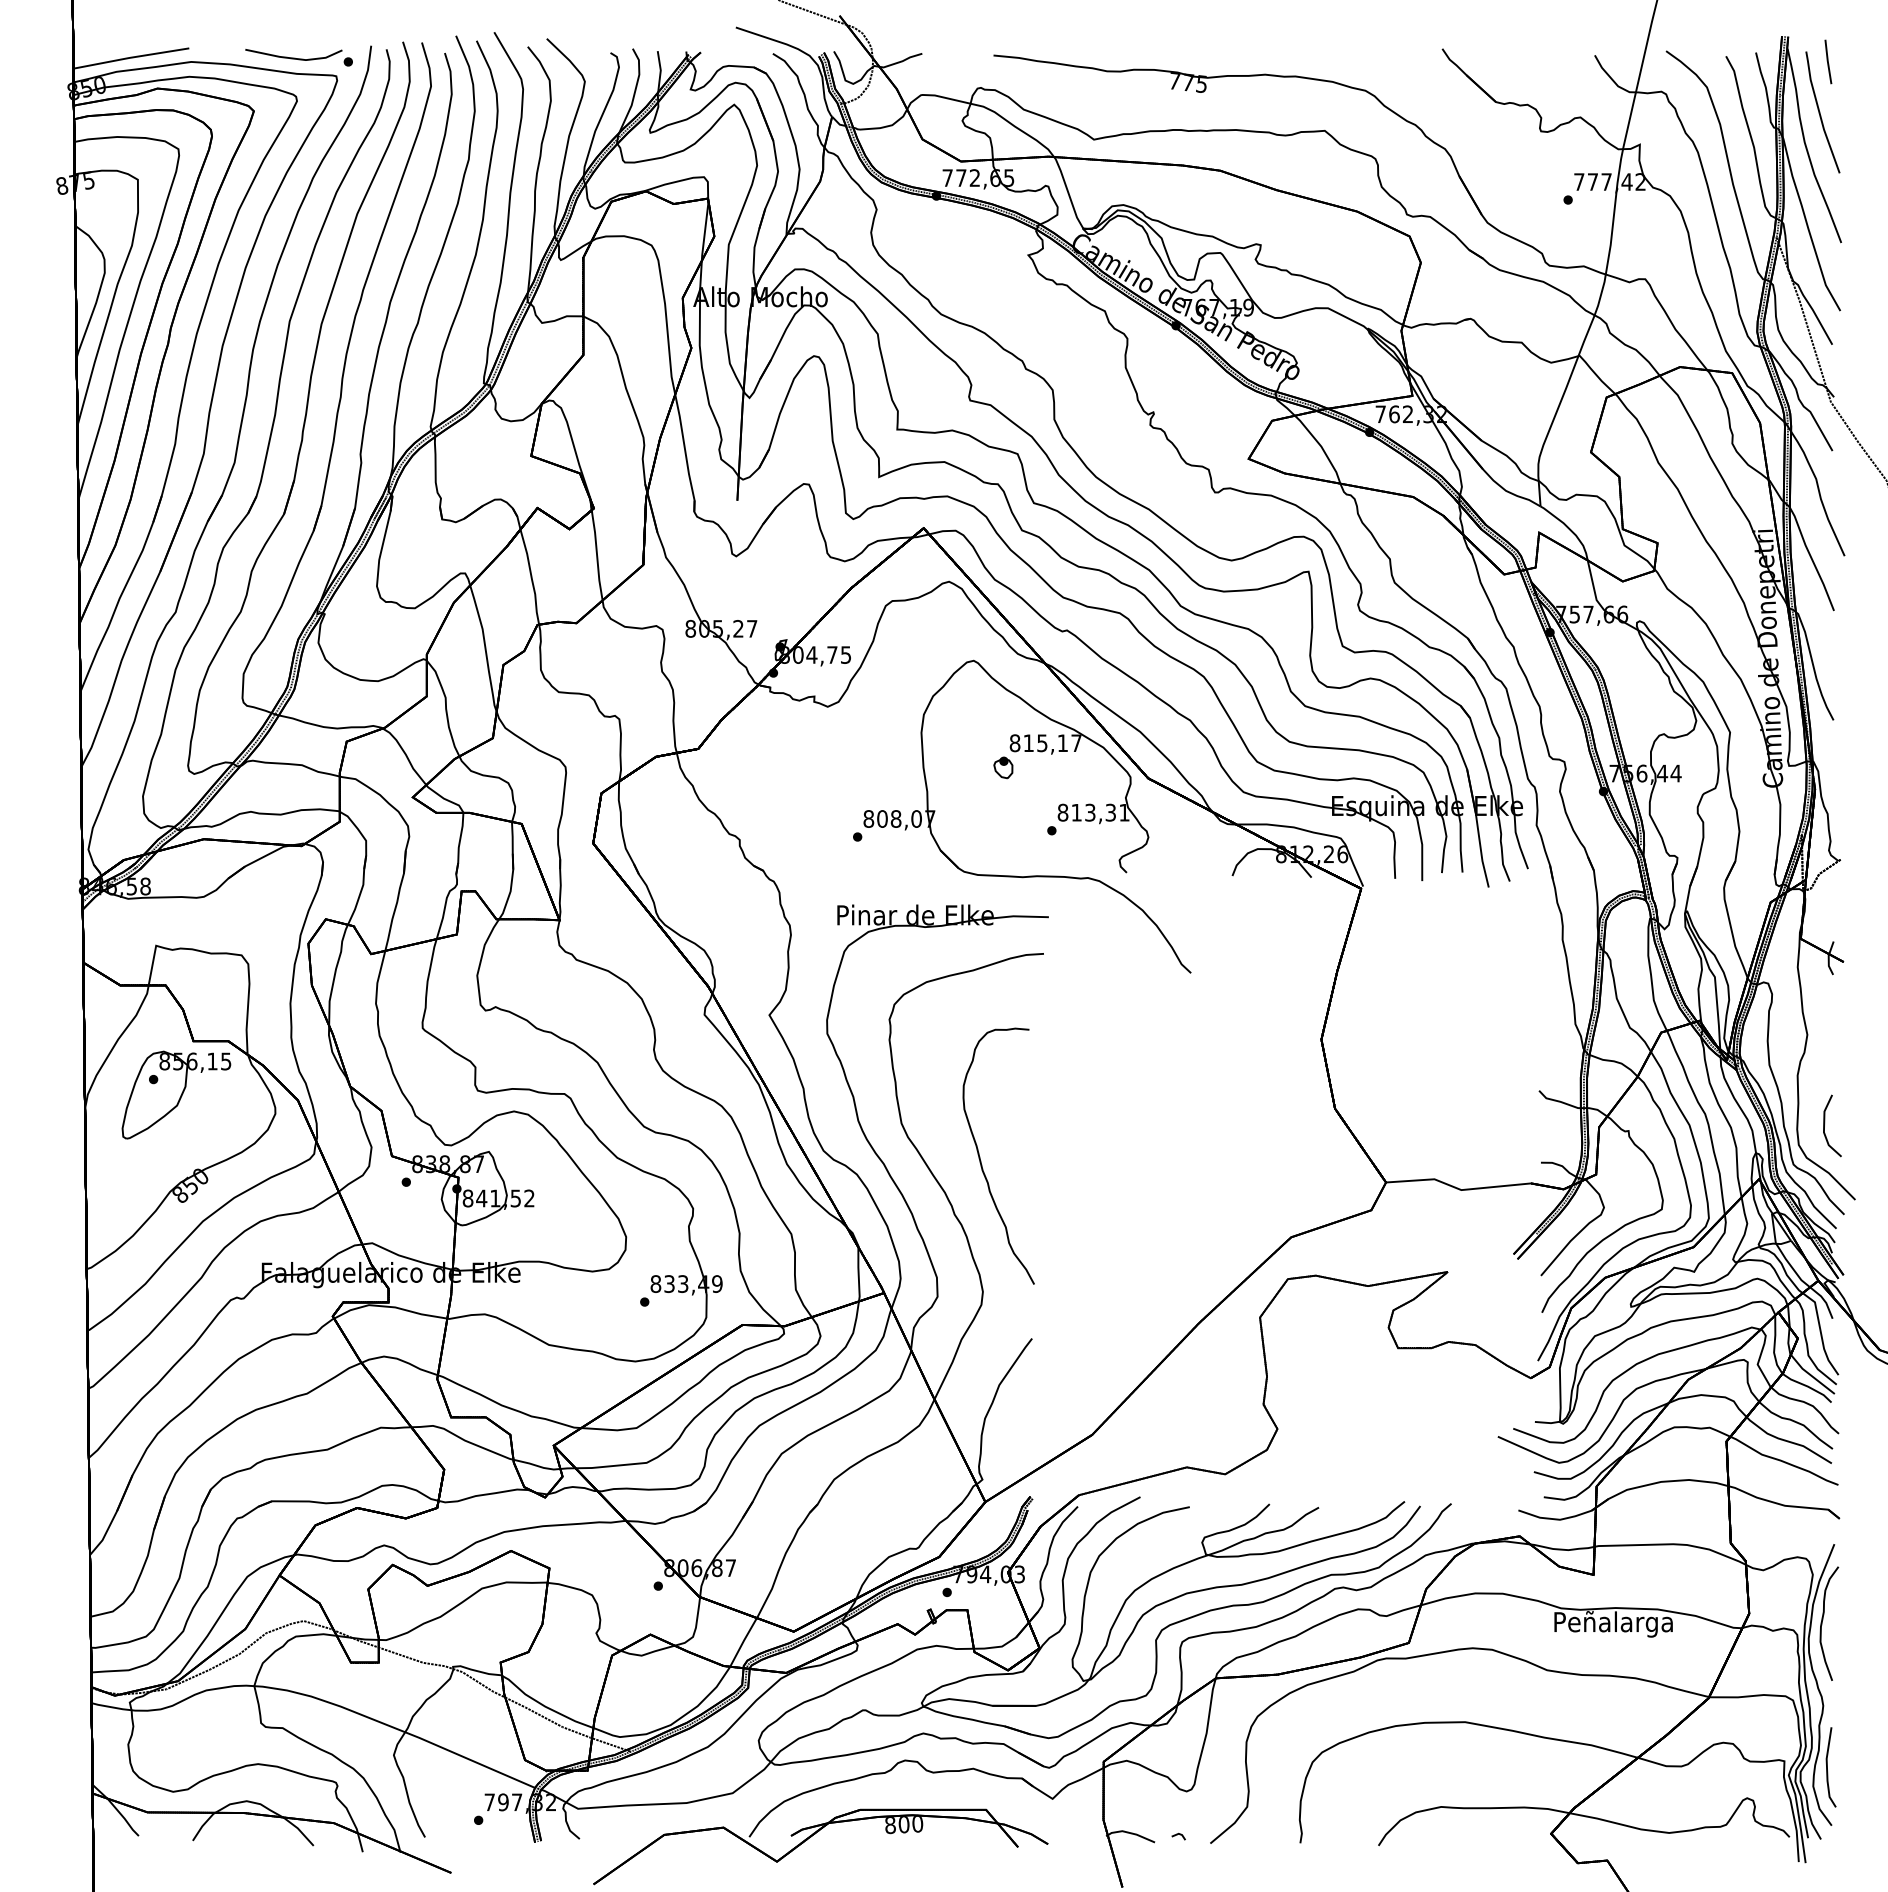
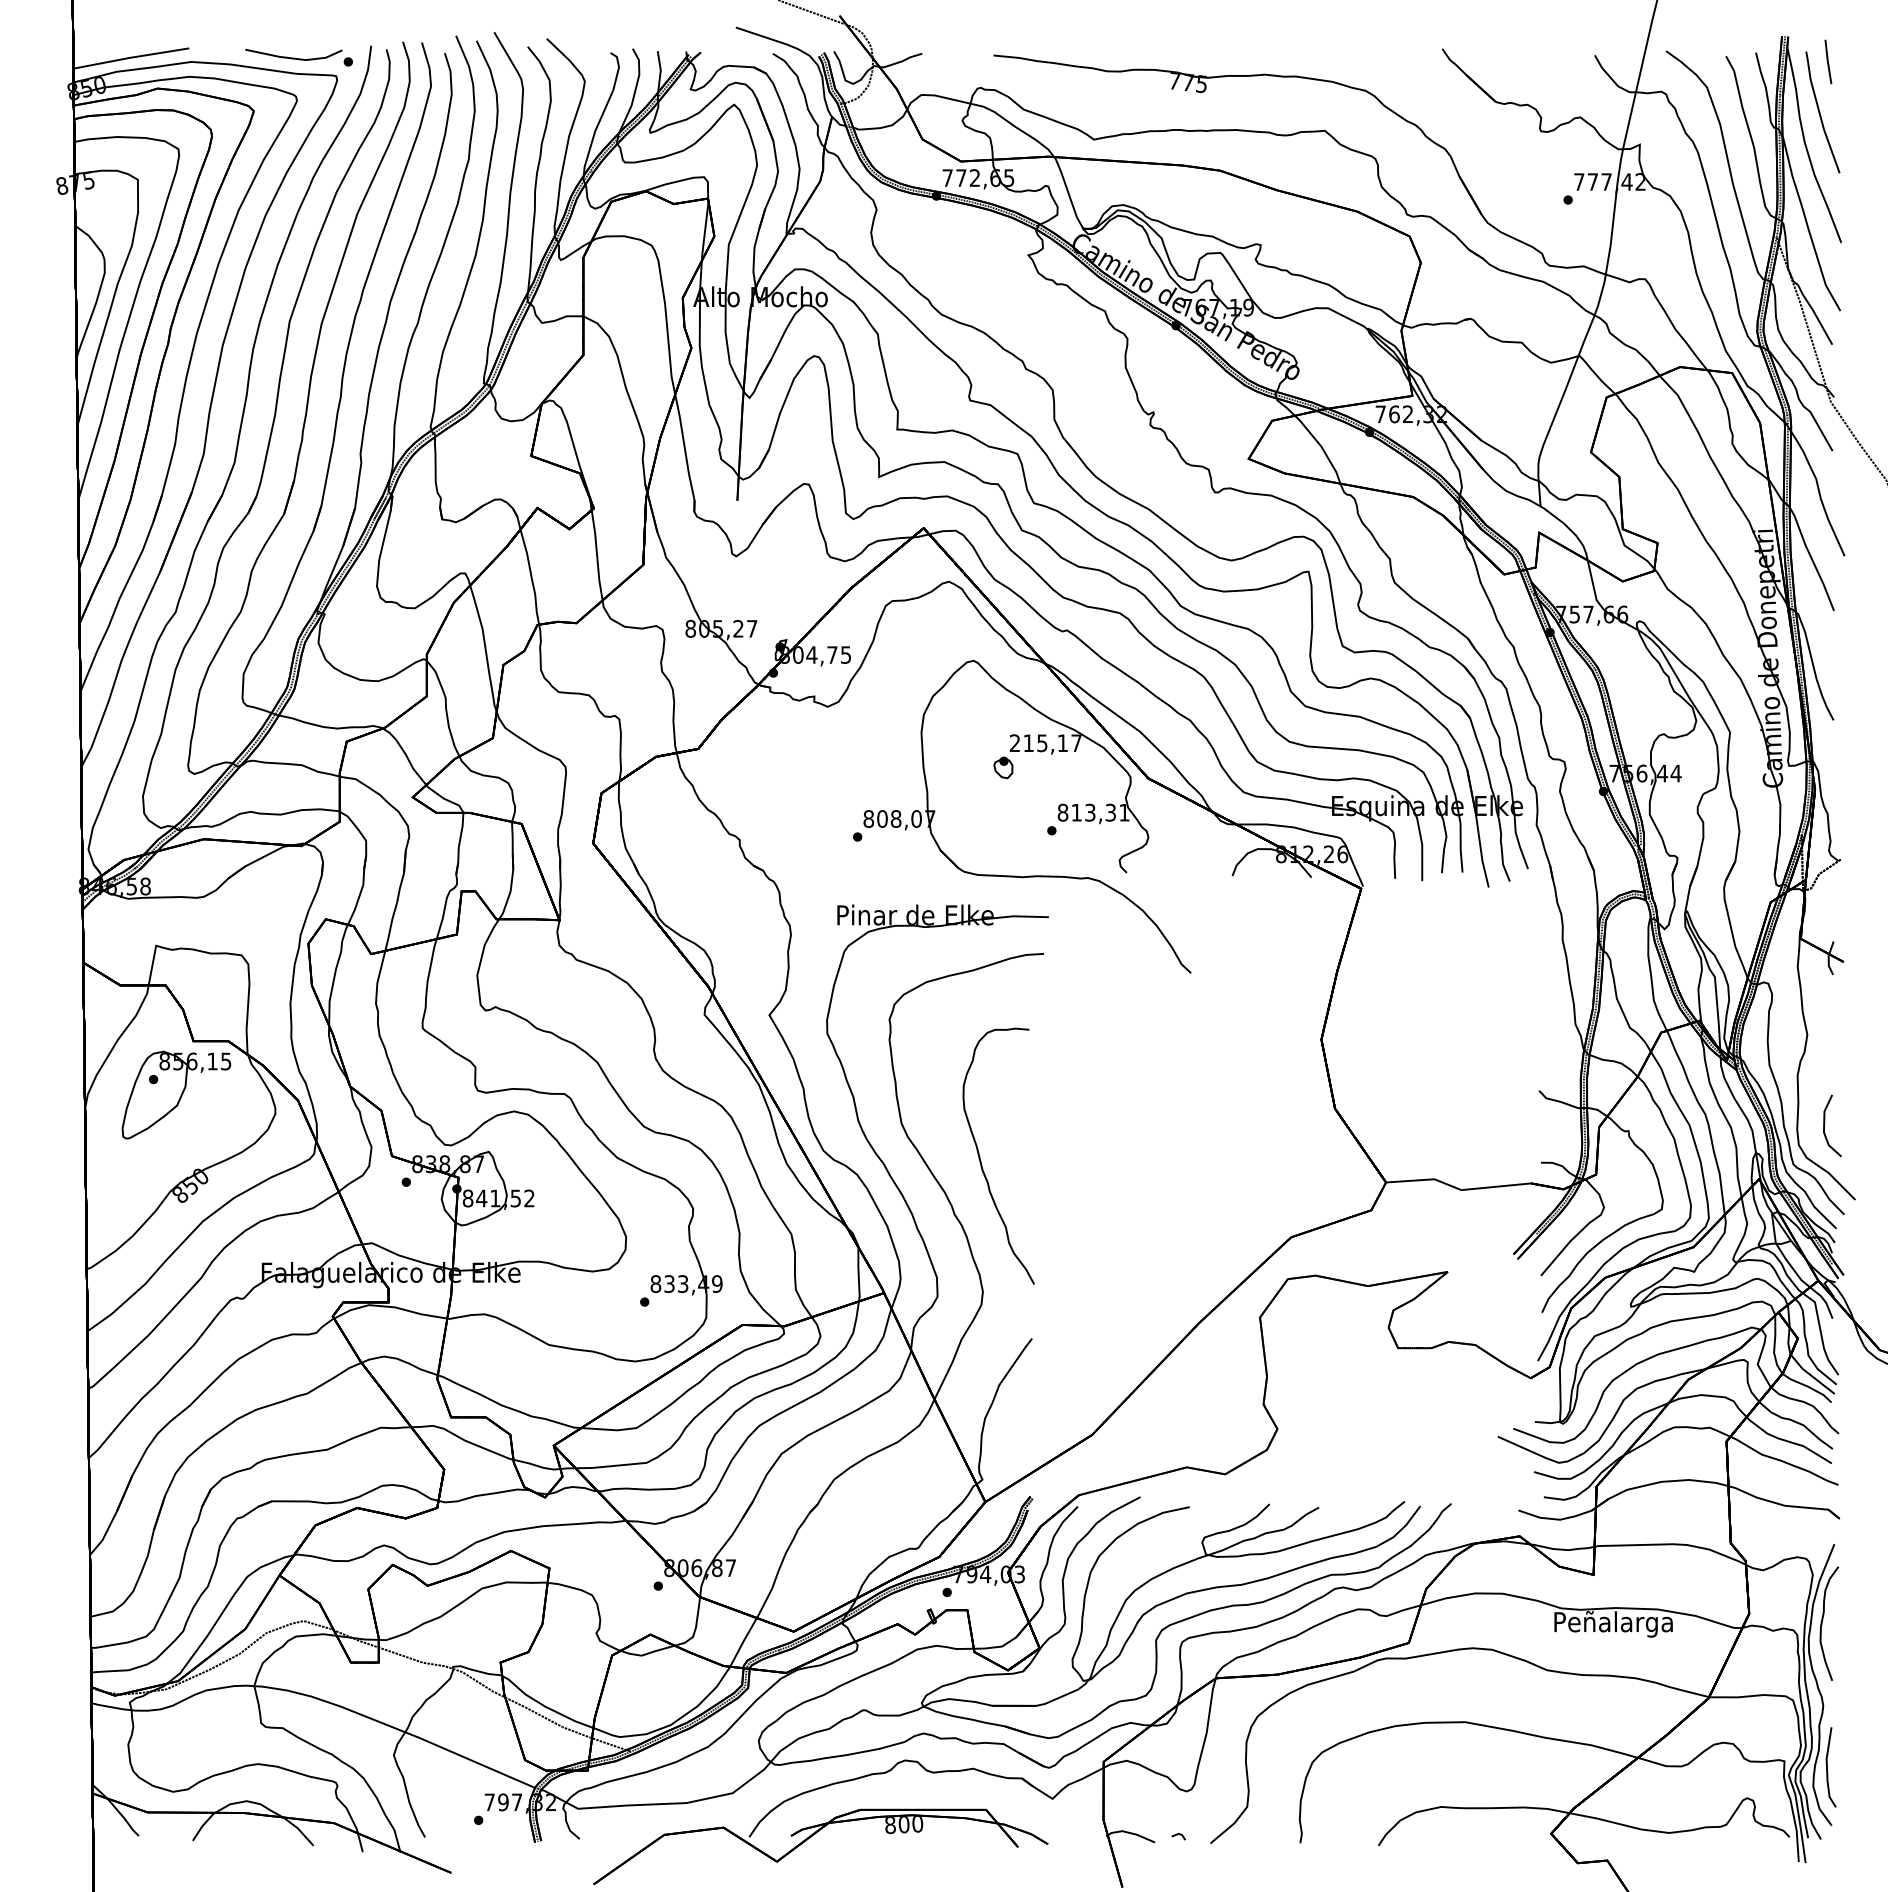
text at (1014, 743): 815,17 -> 215,17
